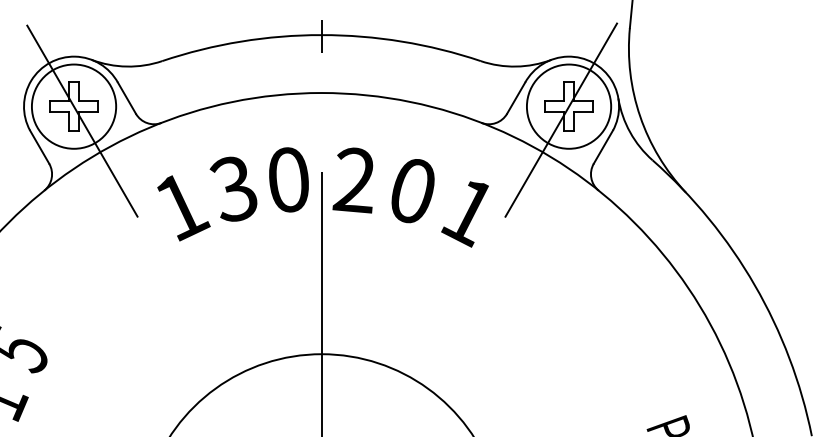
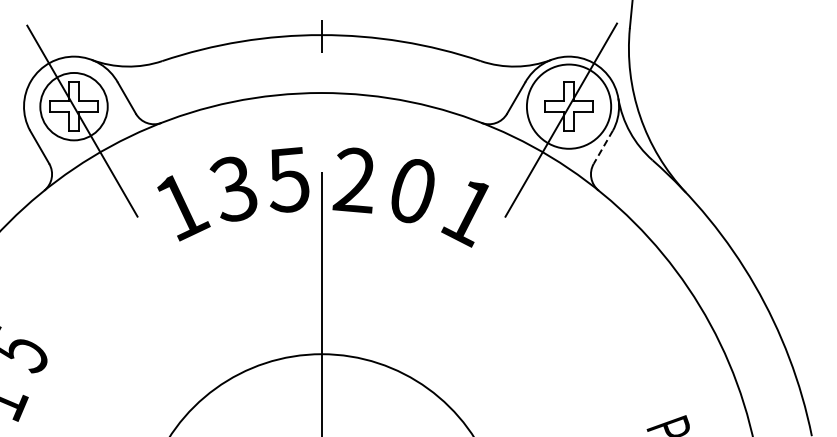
circle at (73, 106) diameter: 84 px -> 67 px
line at (603, 147): solid -> dashed
text at (289, 179): 0 -> 5
